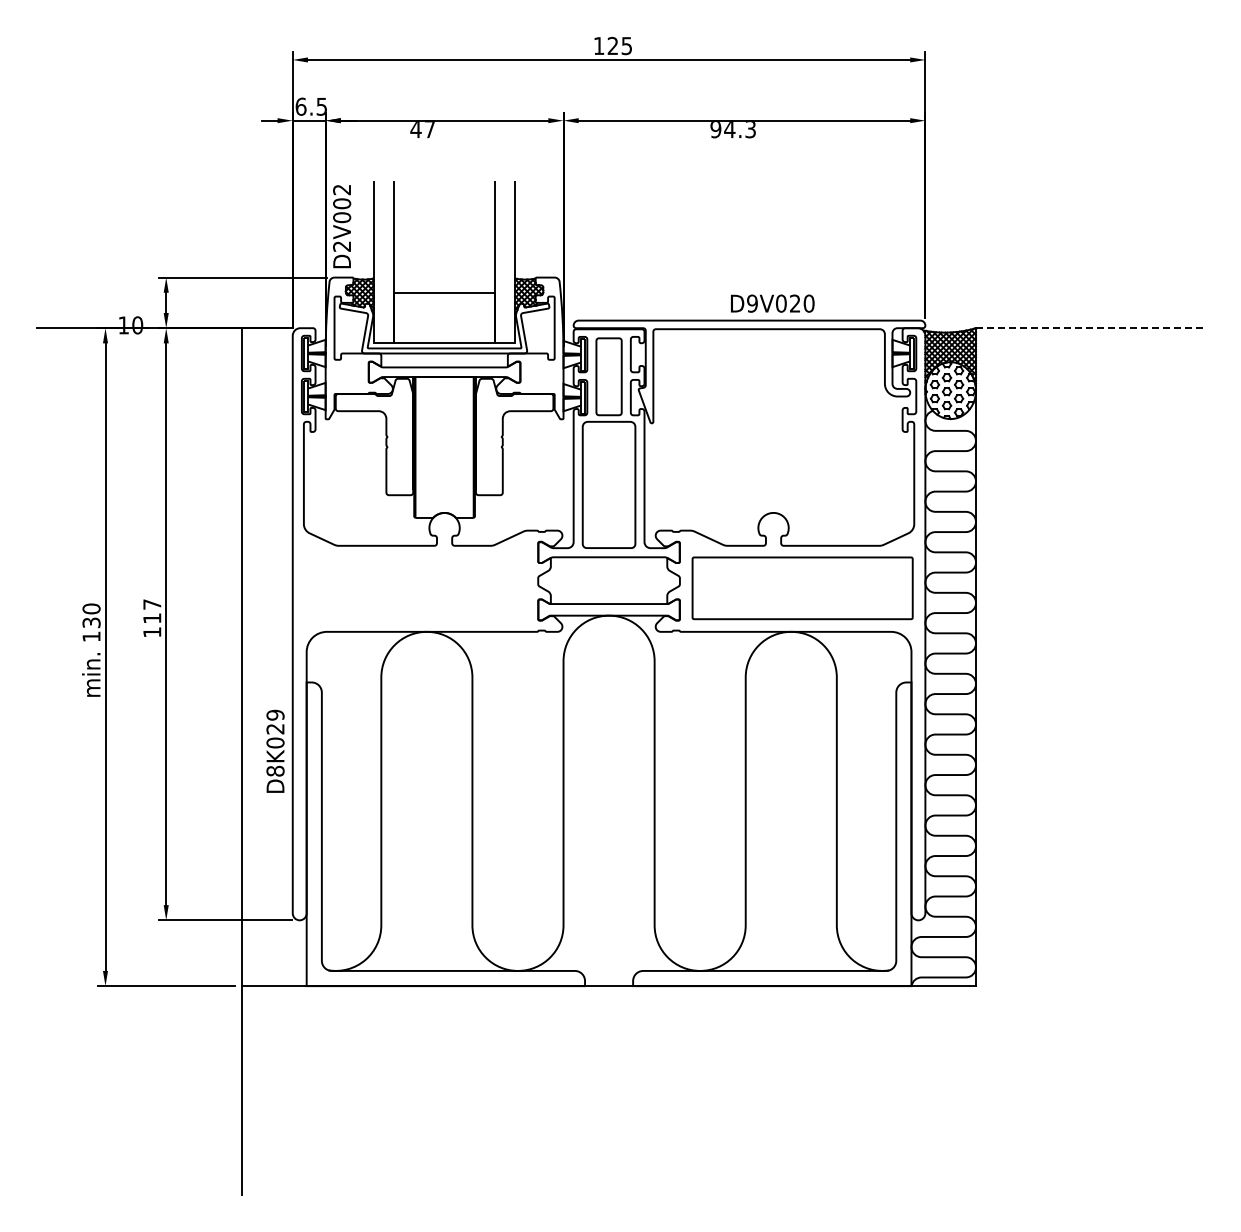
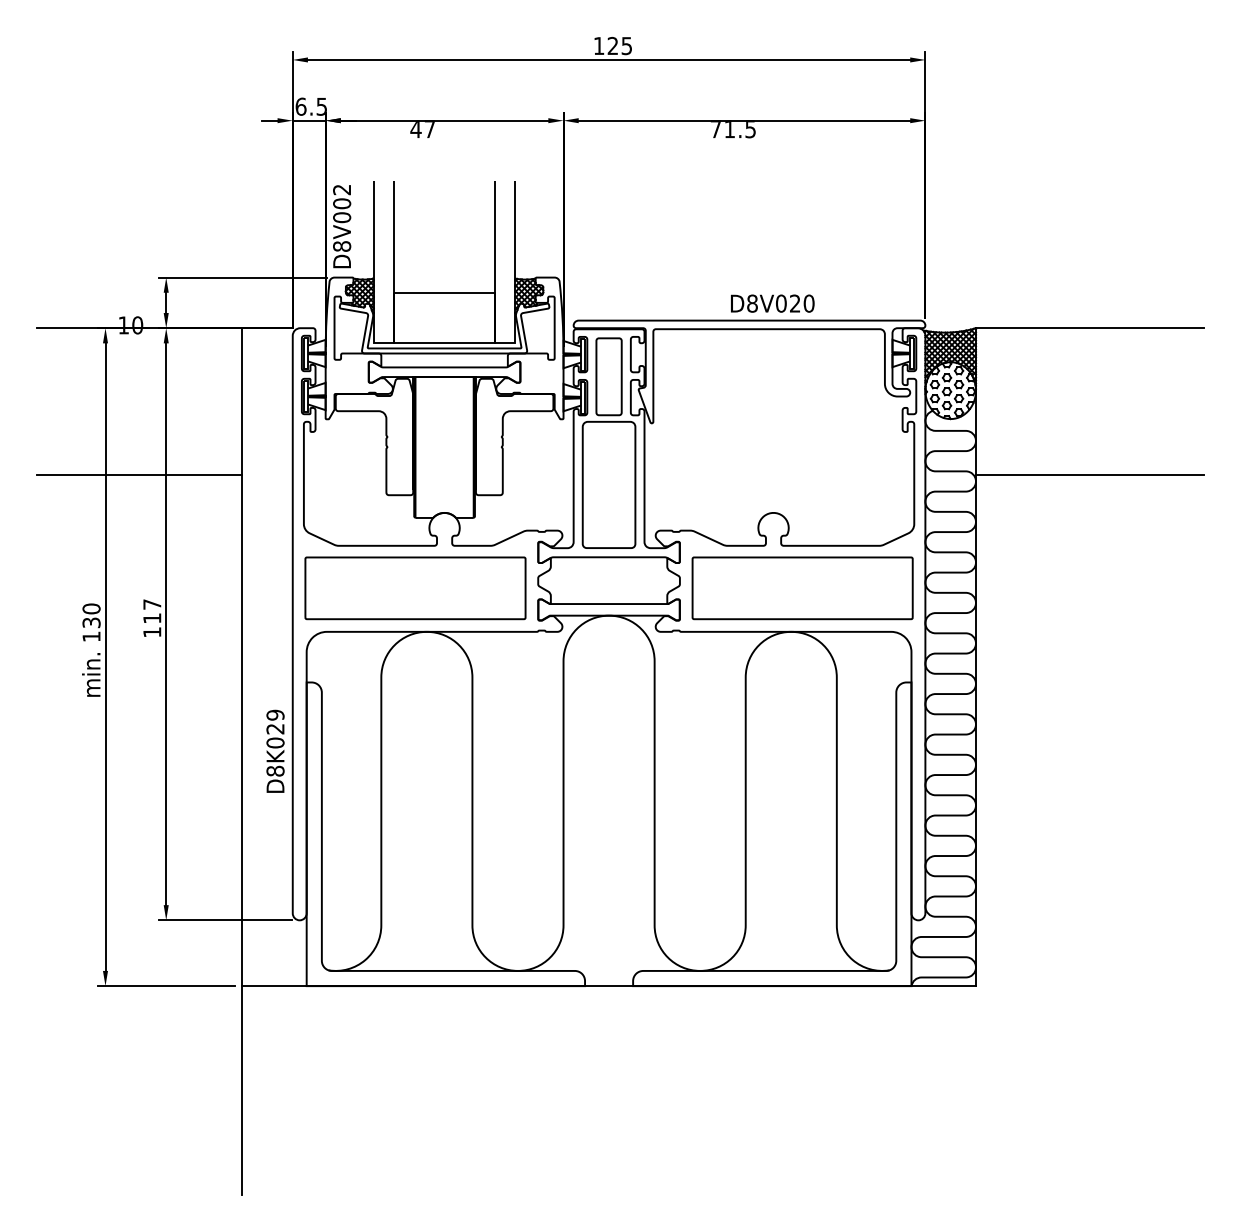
text at (732, 130): 94.3 -> 71.5
text at (342, 246): D2V002 -> D8V002
text at (752, 303): D9V020 -> D8V020
line at (1089, 328): dashed -> solid
line at (139, 474): none -> present
line at (1089, 474): none -> present
part at (415, 588): none -> present
